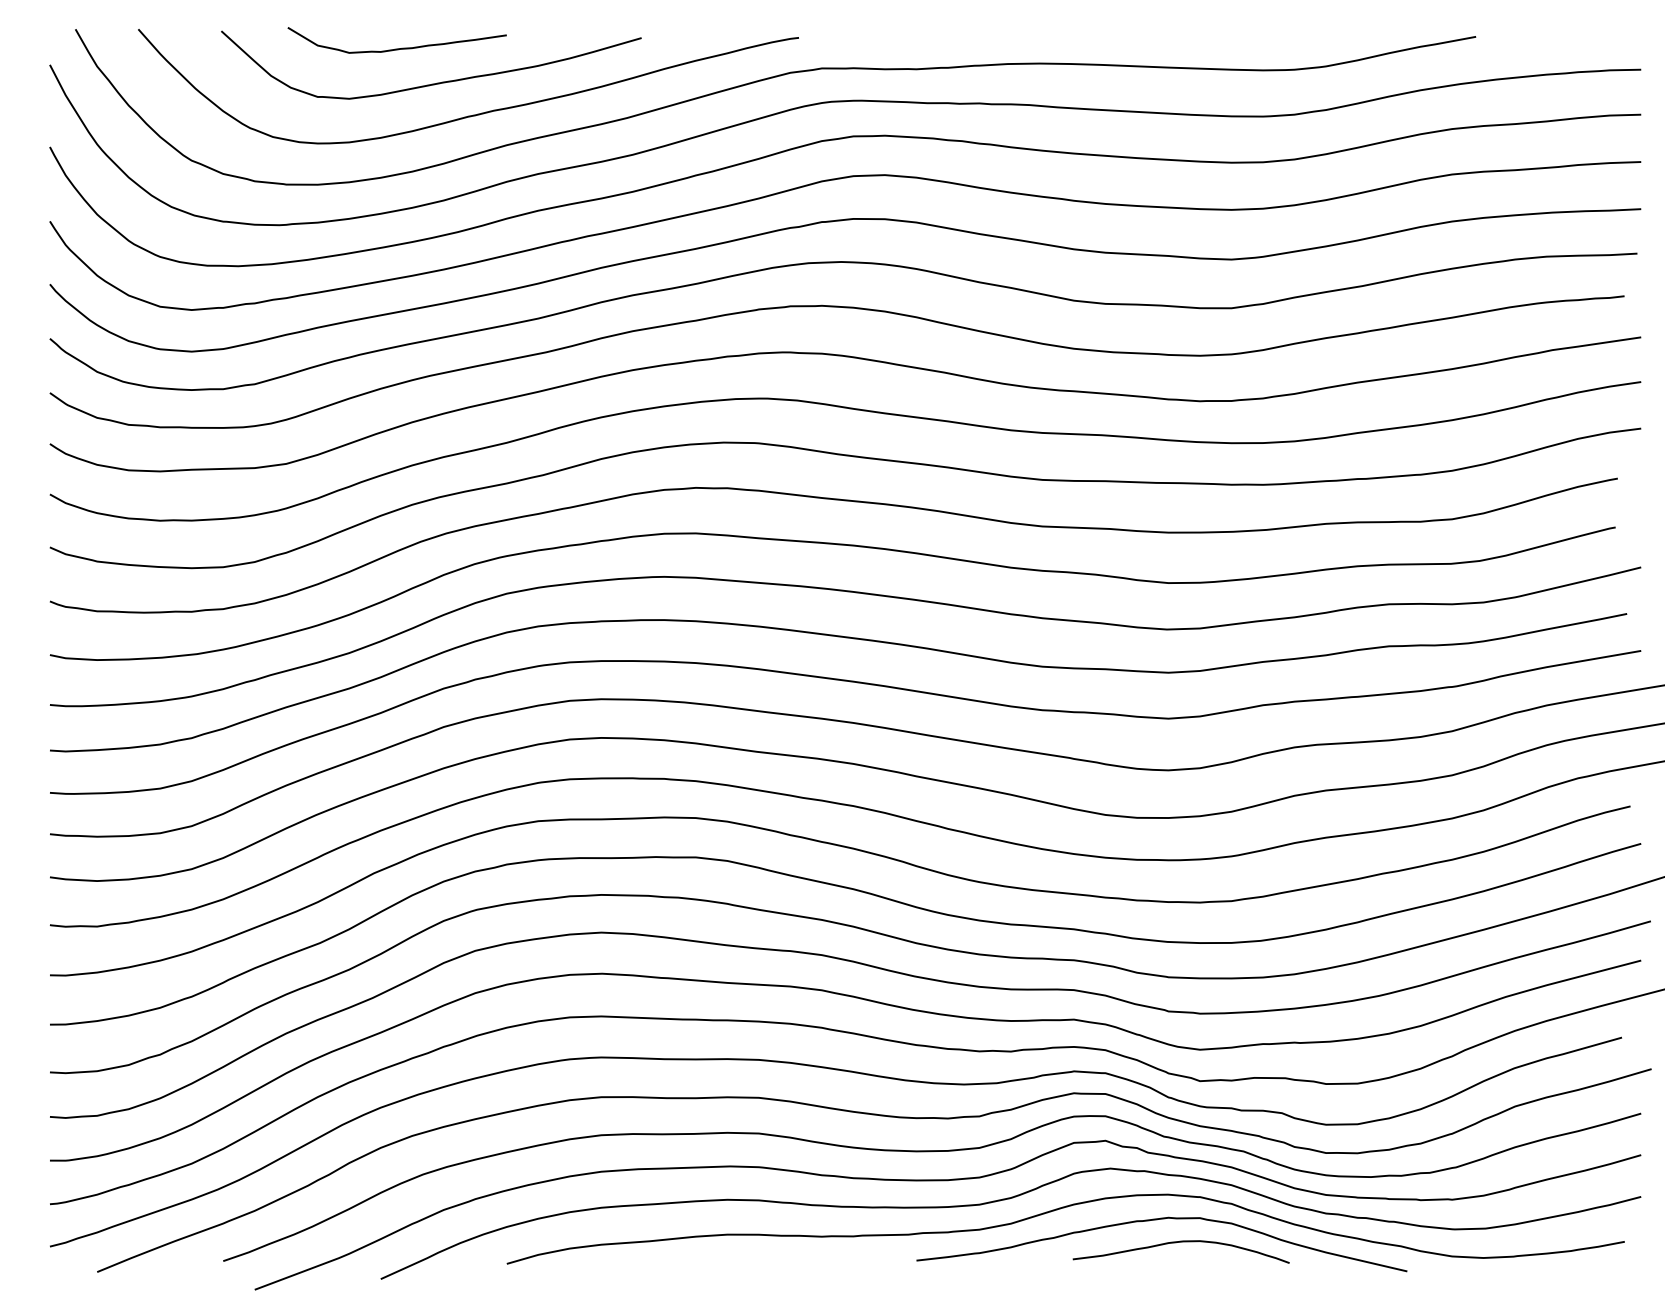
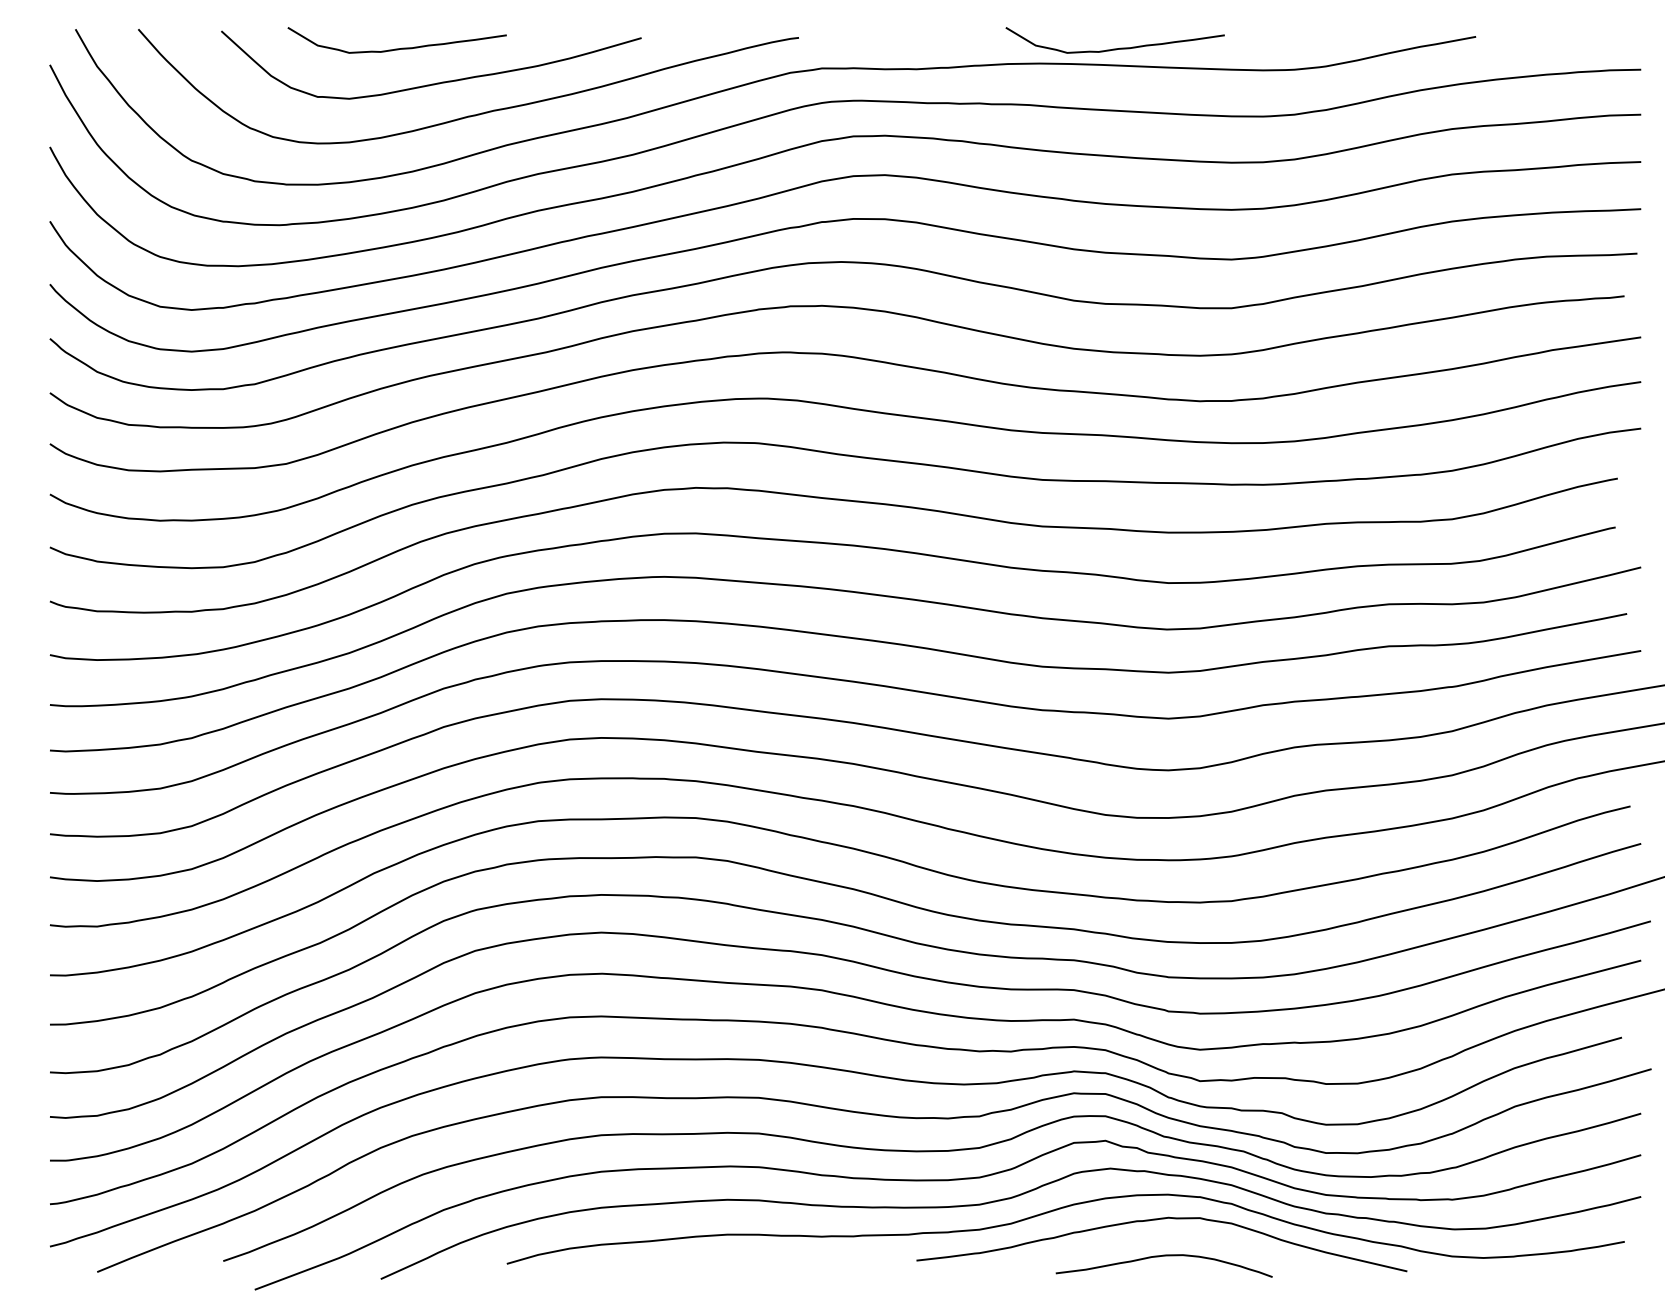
curve at (1114, 48): none -> present
curve at (1176, 1243) position: (1176, 1243) -> (1159, 1257)
